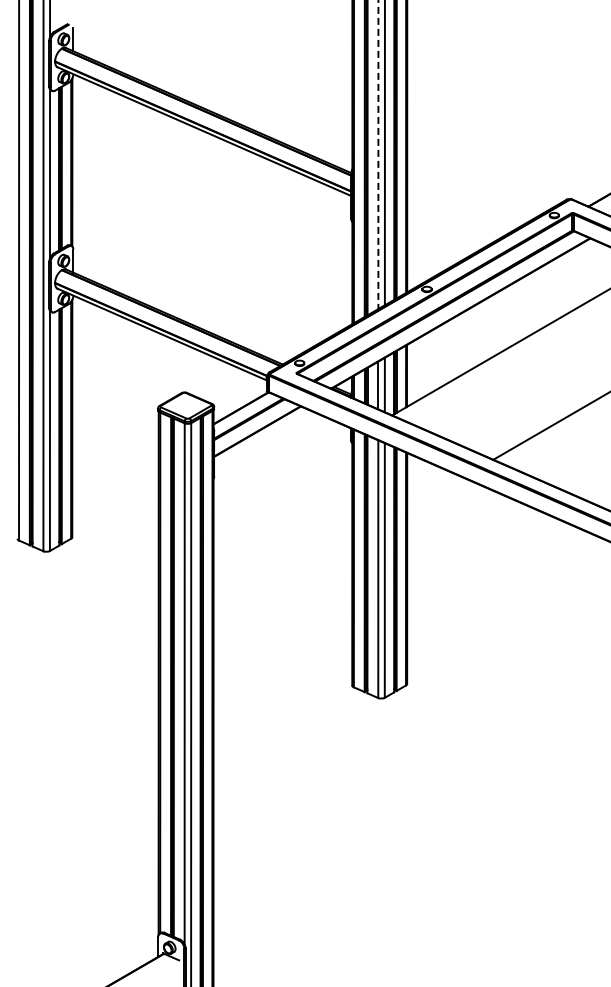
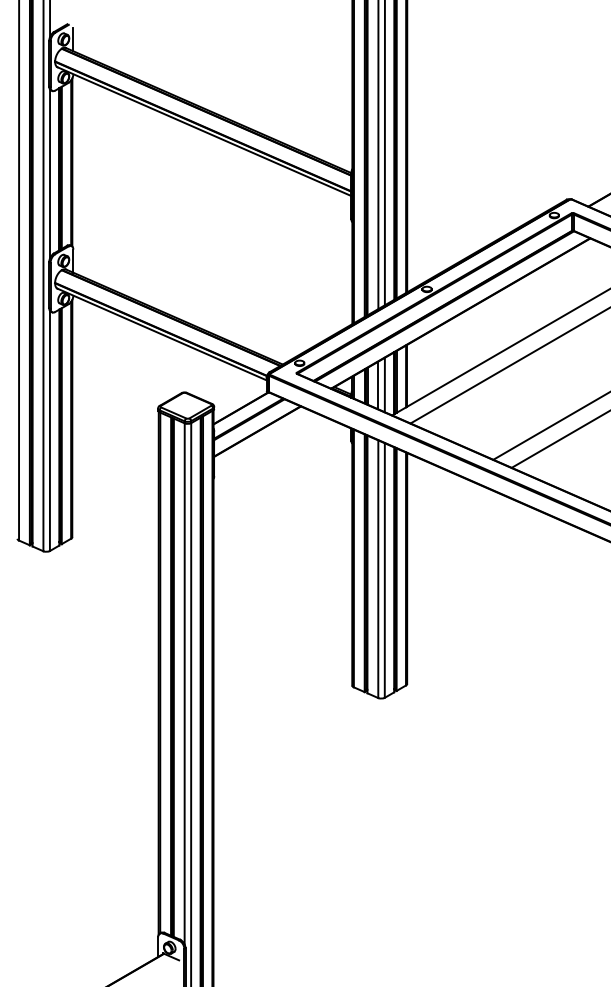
line at (378, 155): dashed -> solid
line at (508, 365): none -> present
line at (559, 439): none -> present
